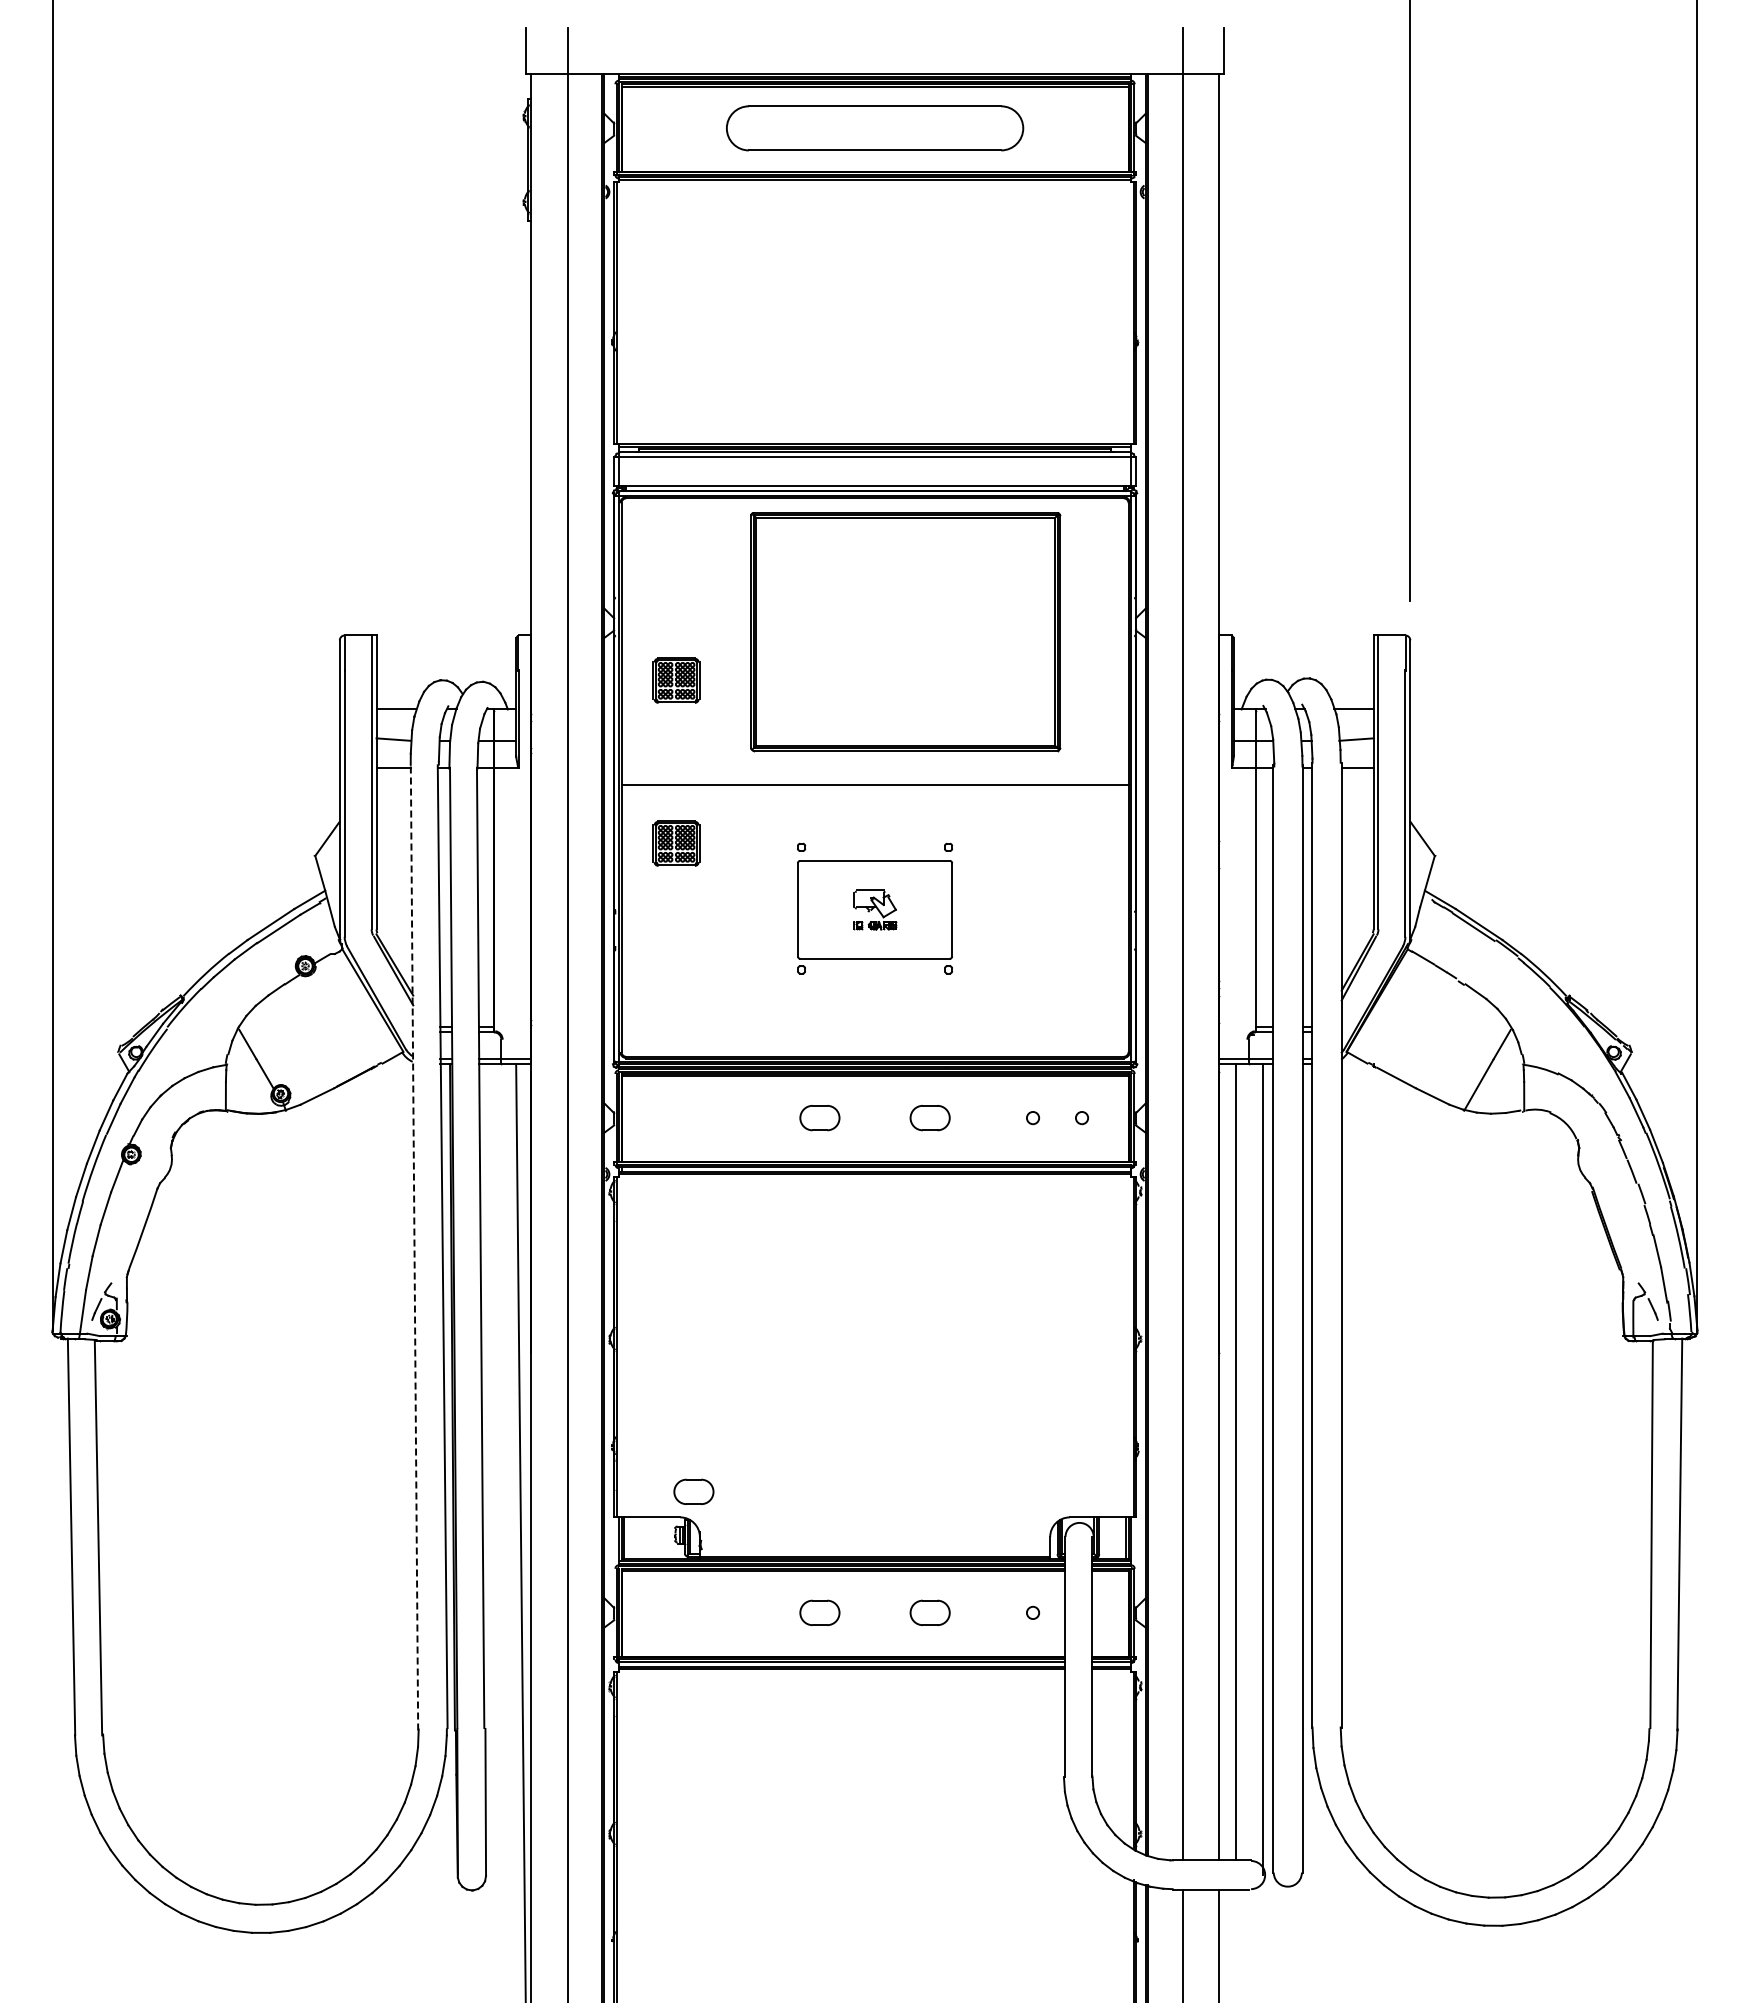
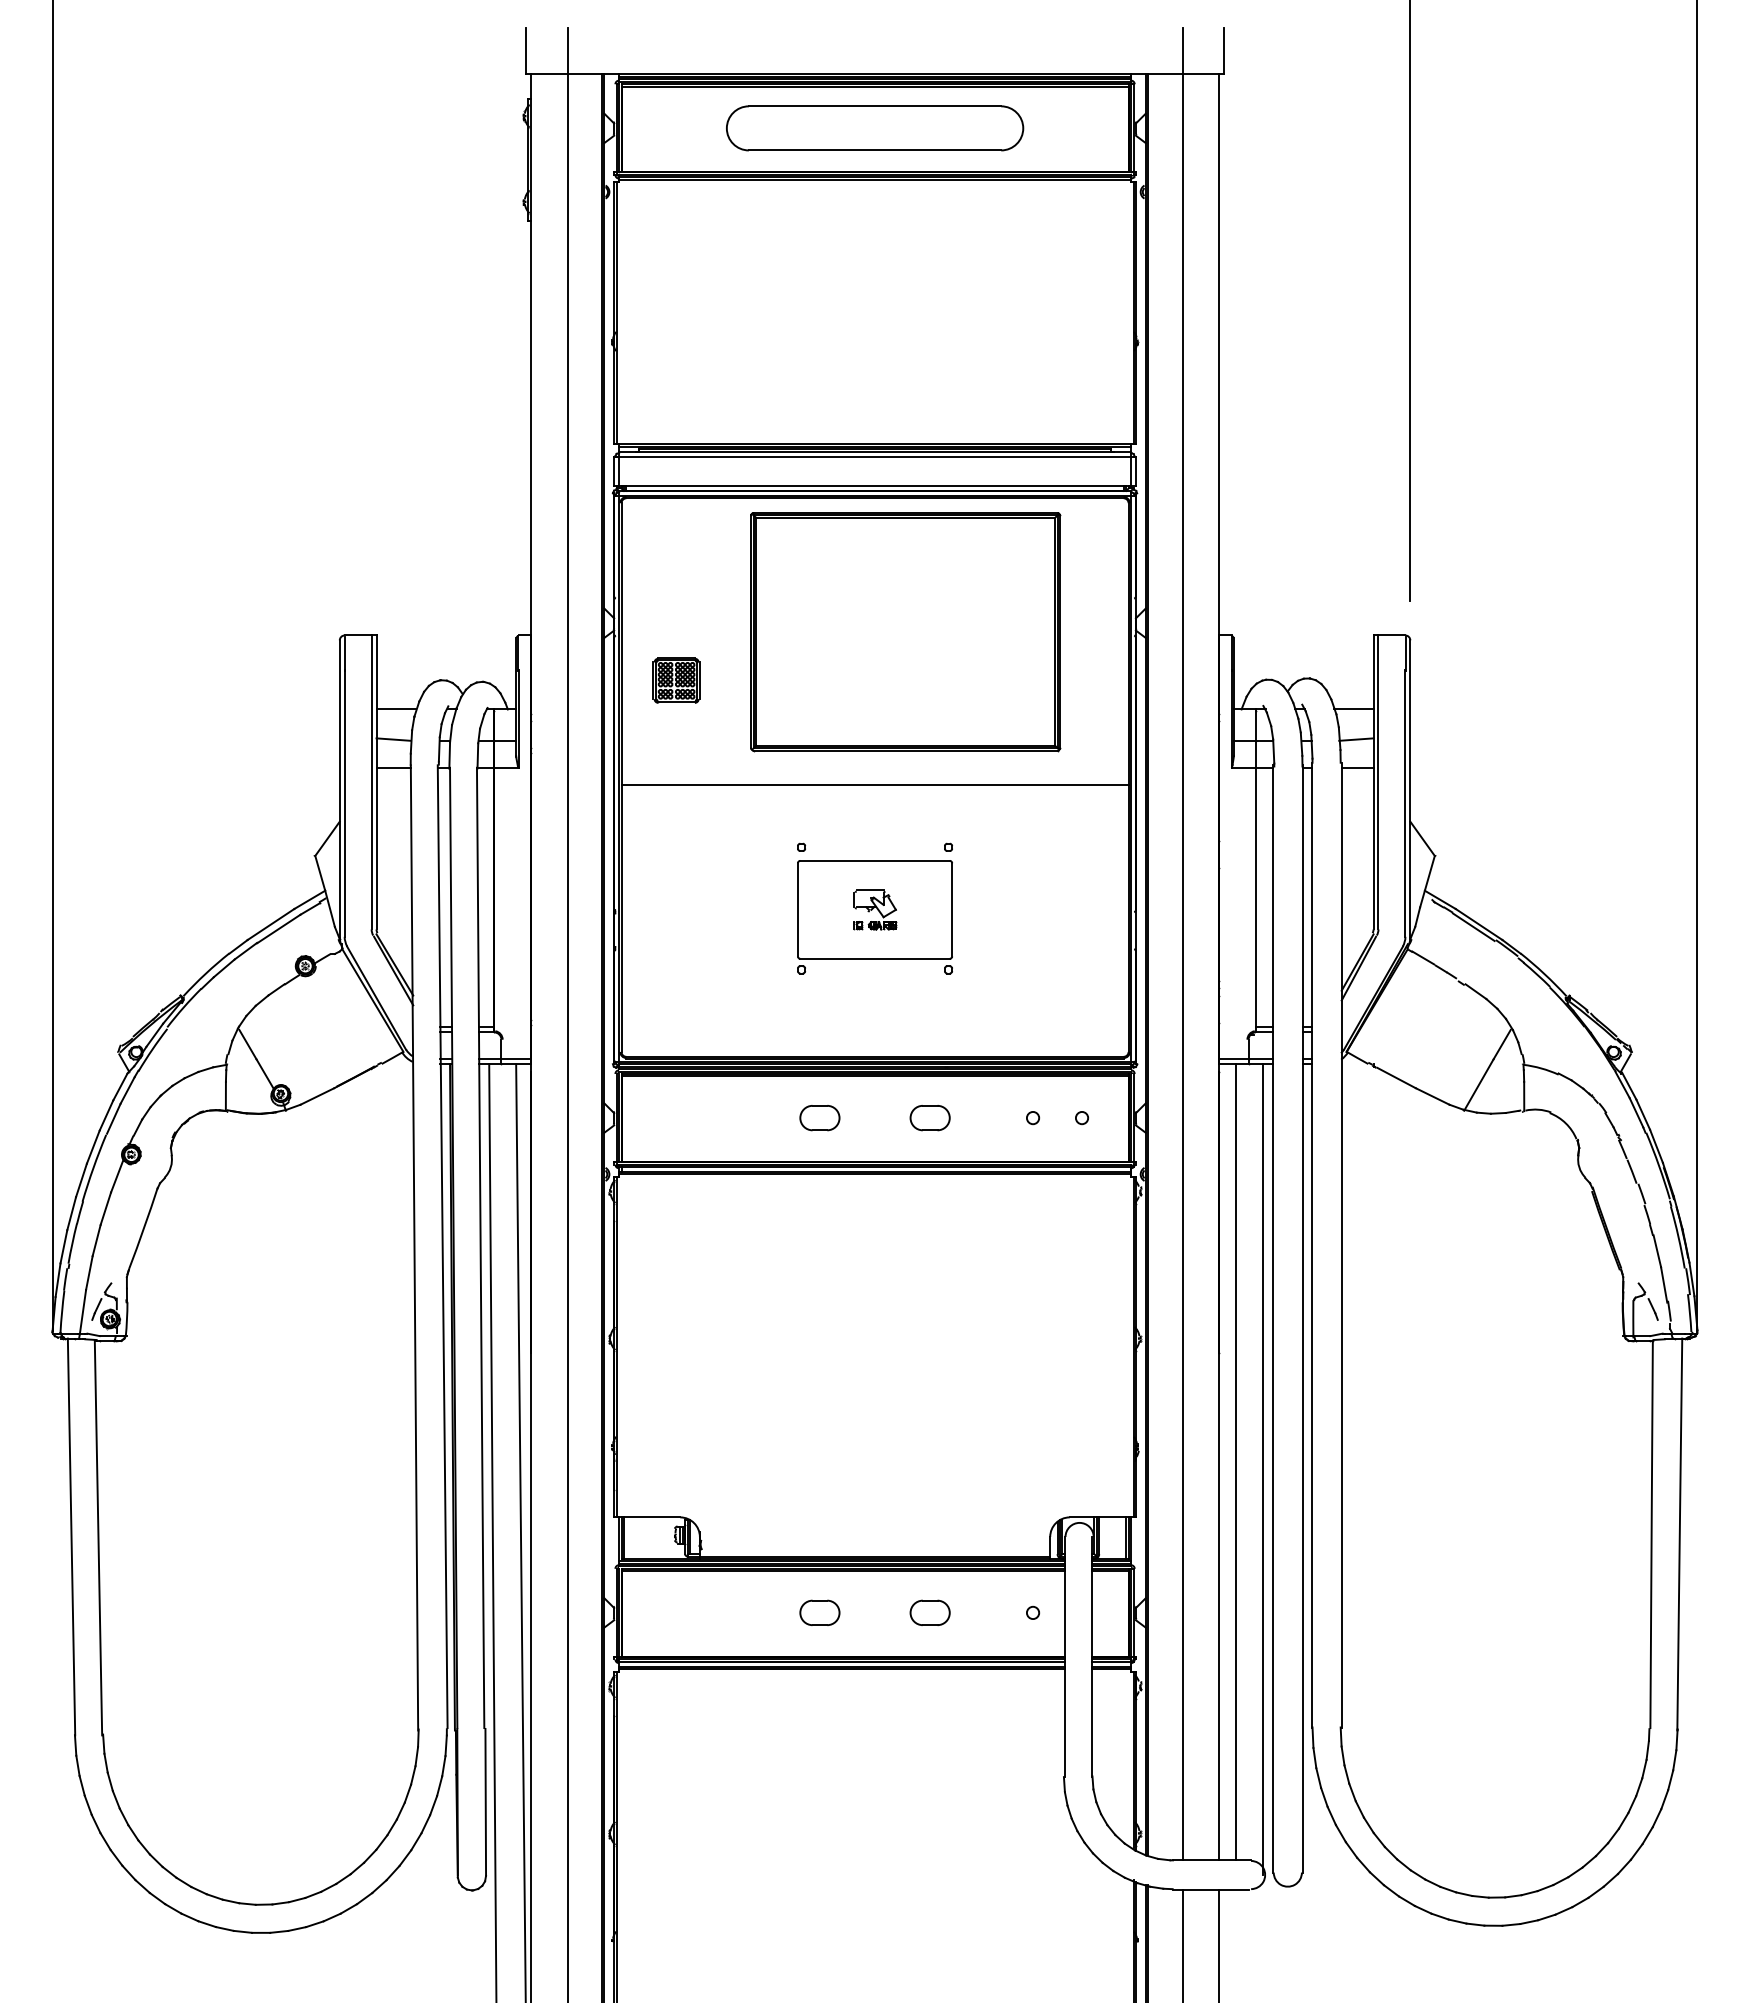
part at (676, 843): present -> none
line at (414, 1247): dashed -> solid
part at (693, 1491): present -> none
line at (492, 1531): none -> present
